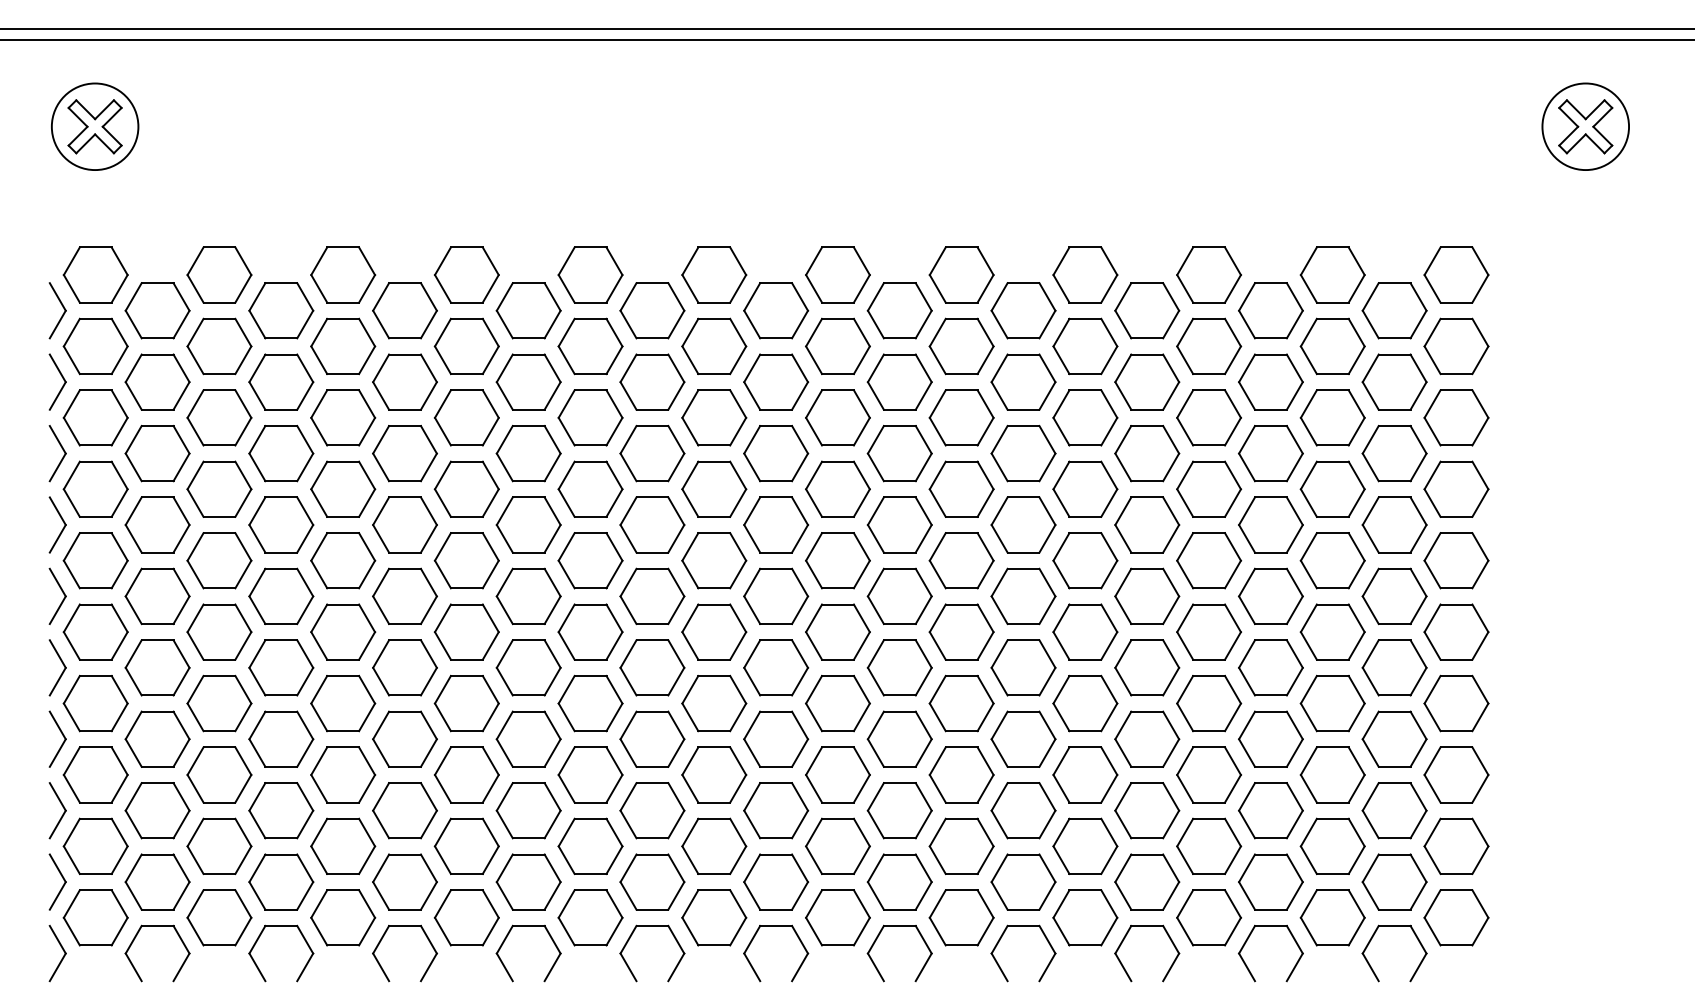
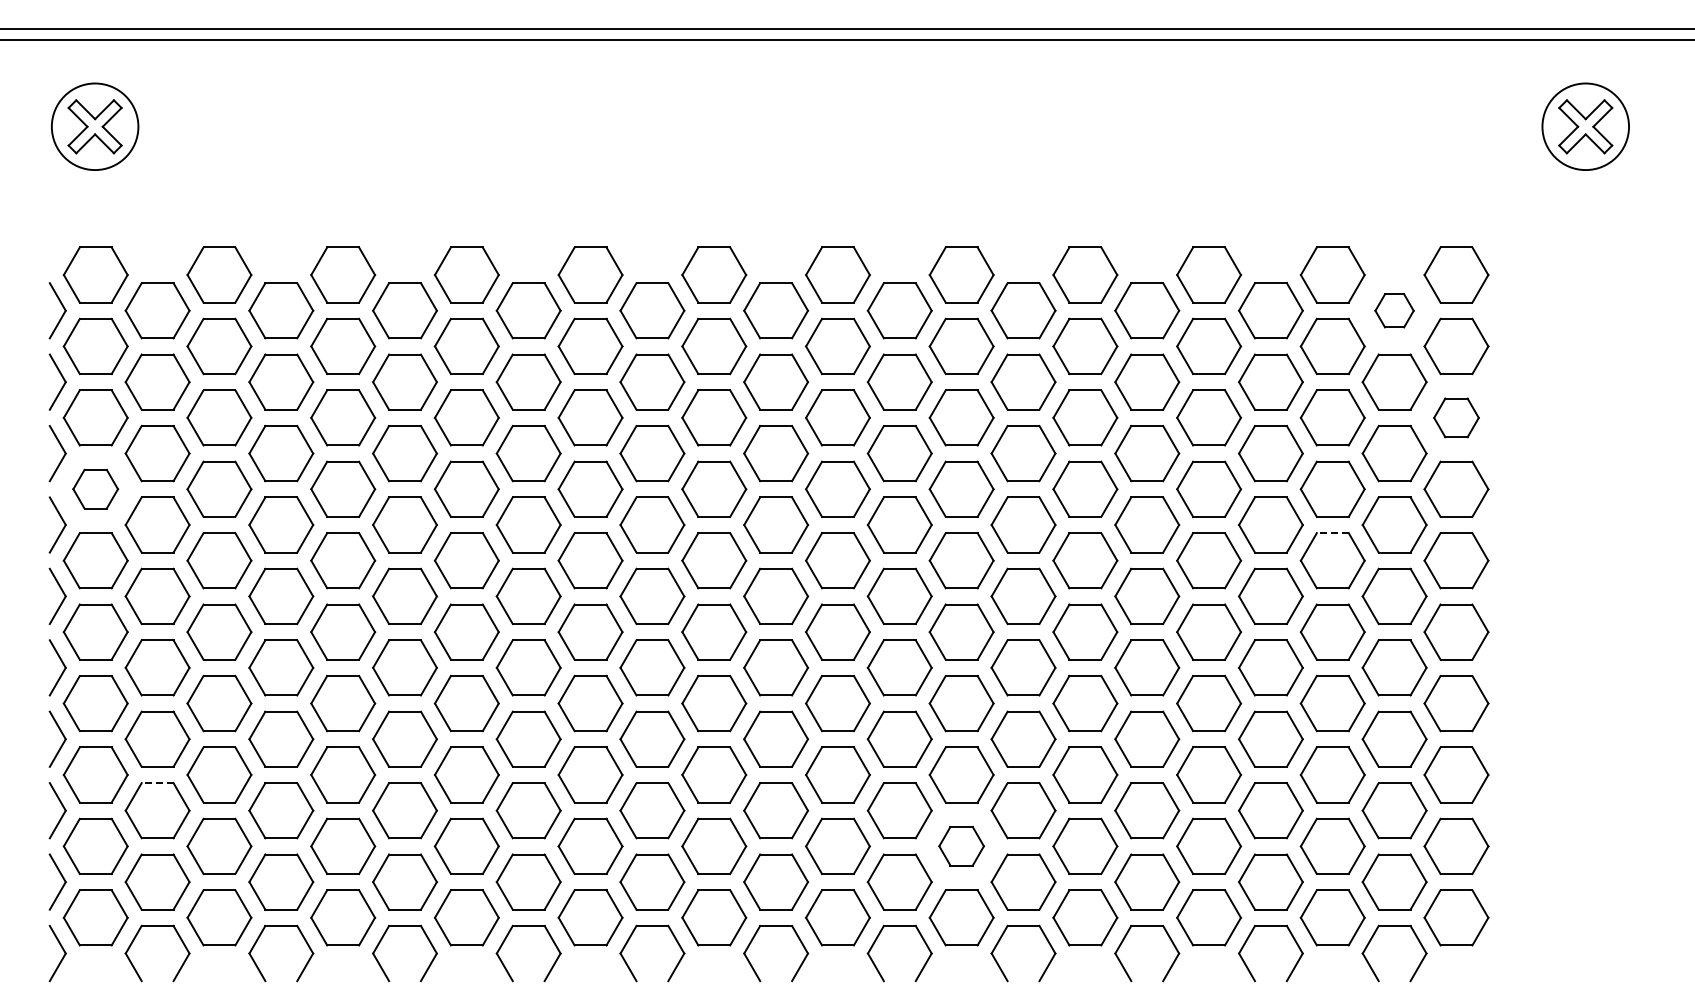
part at (1394, 310) size: 67x58 px -> 41x36 px
part at (1456, 417) size: 67x58 px -> 47x42 px
part at (95, 488) size: 67x58 px -> 48x42 px
line at (1332, 533): solid -> dashed
line at (157, 783): solid -> dashed
part at (961, 845) size: 67x58 px -> 47x42 px
